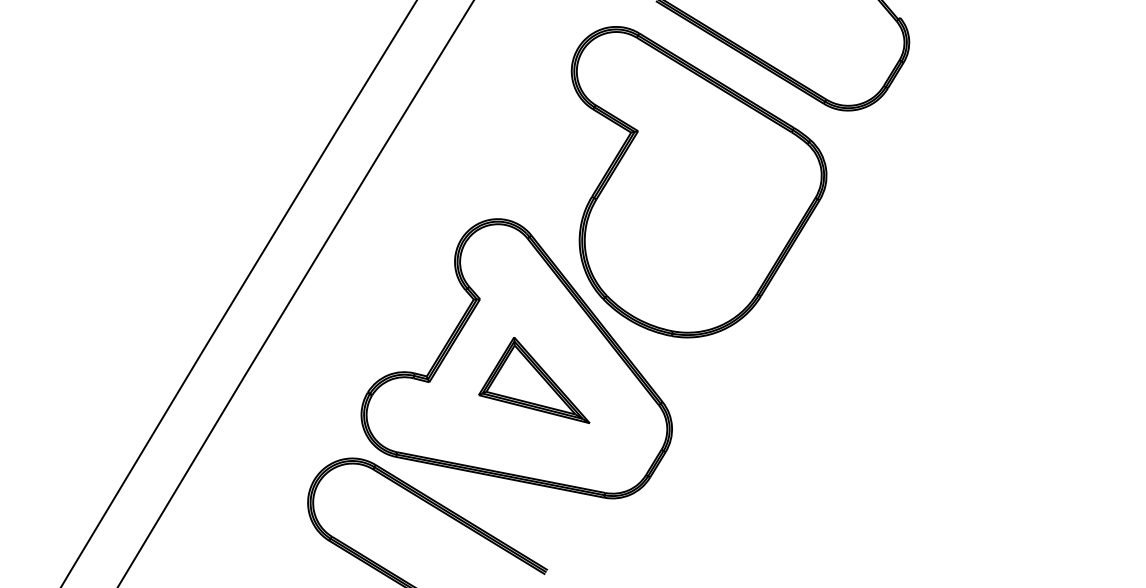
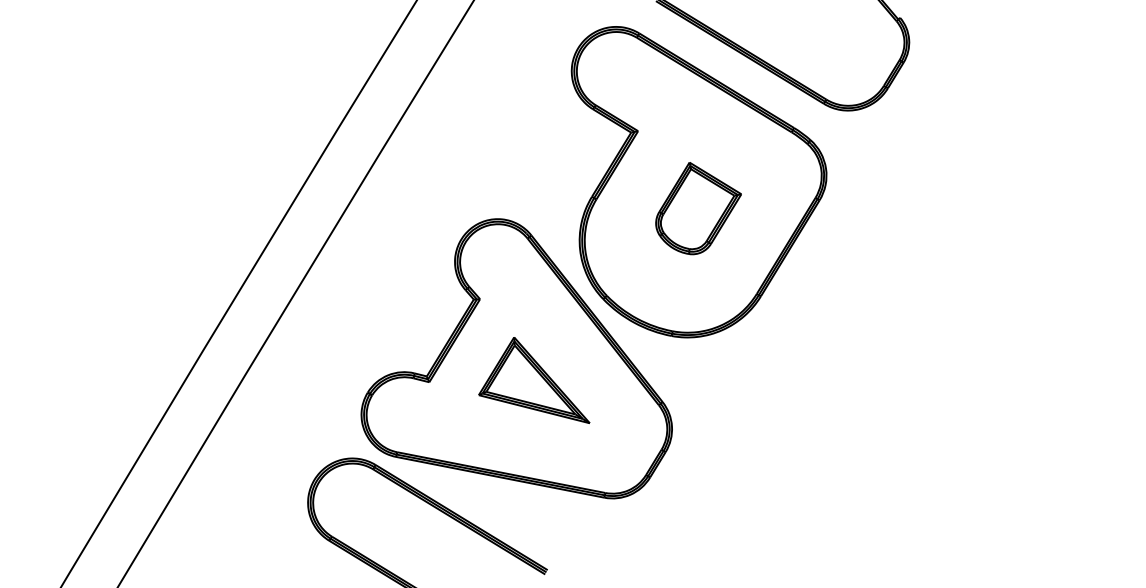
part at (698, 208): none -> present
